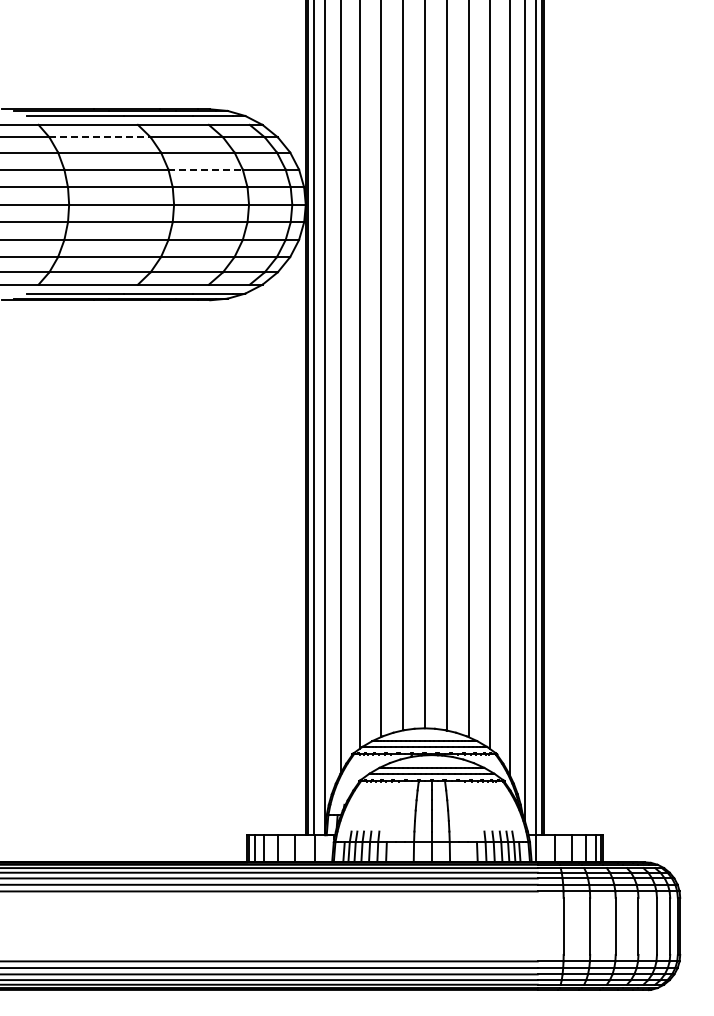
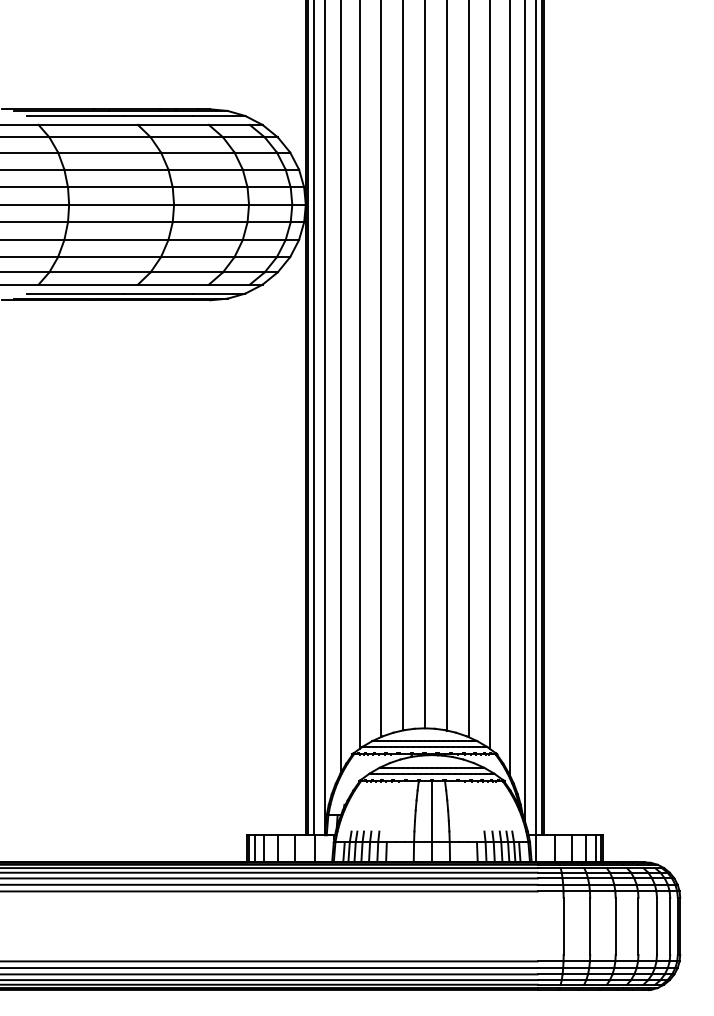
line at (100, 137): dashed -> solid
line at (206, 169): dashed -> solid
